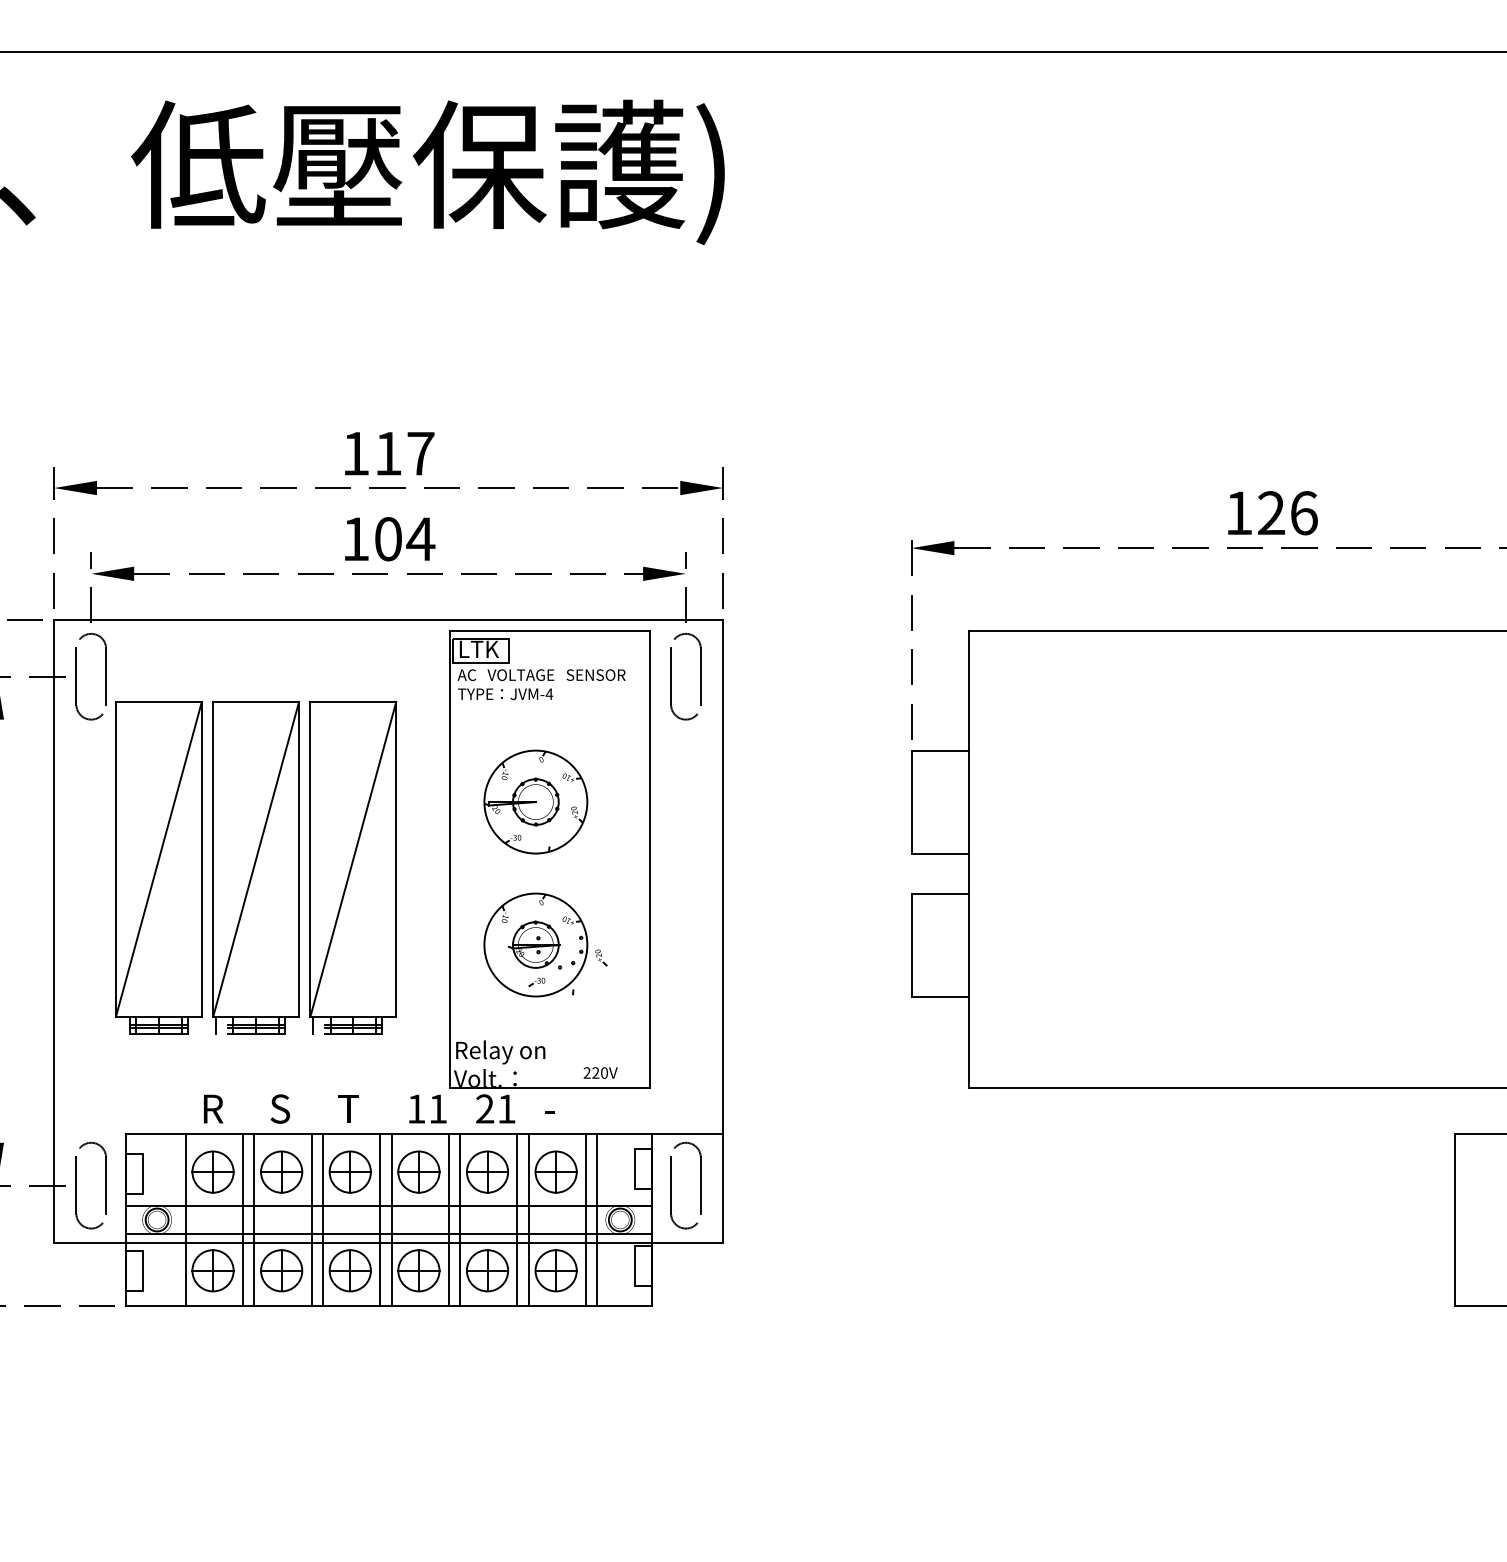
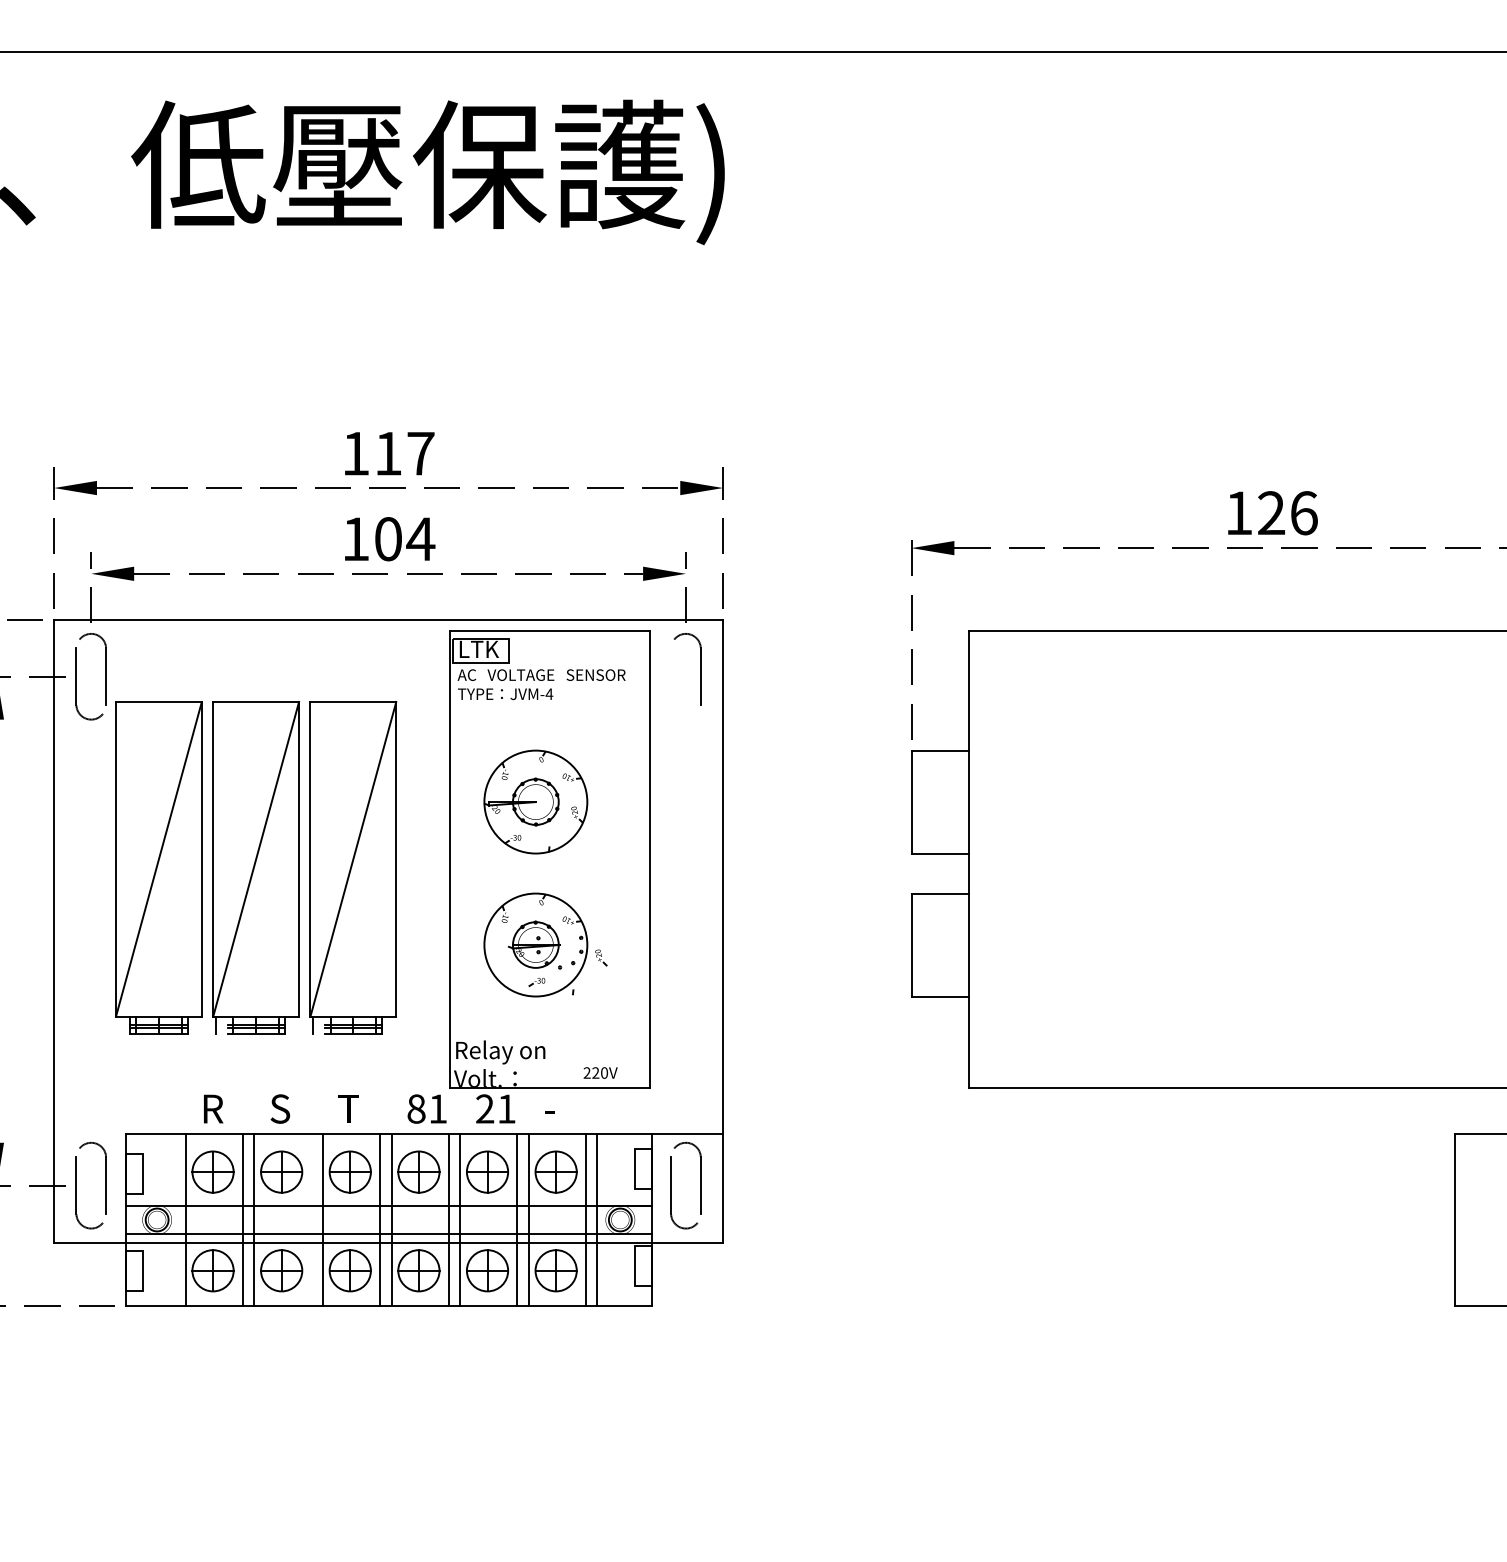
part at (671, 683): present -> none
text at (416, 1108): 11 -> 81
line at (311, 1219): present -> none
